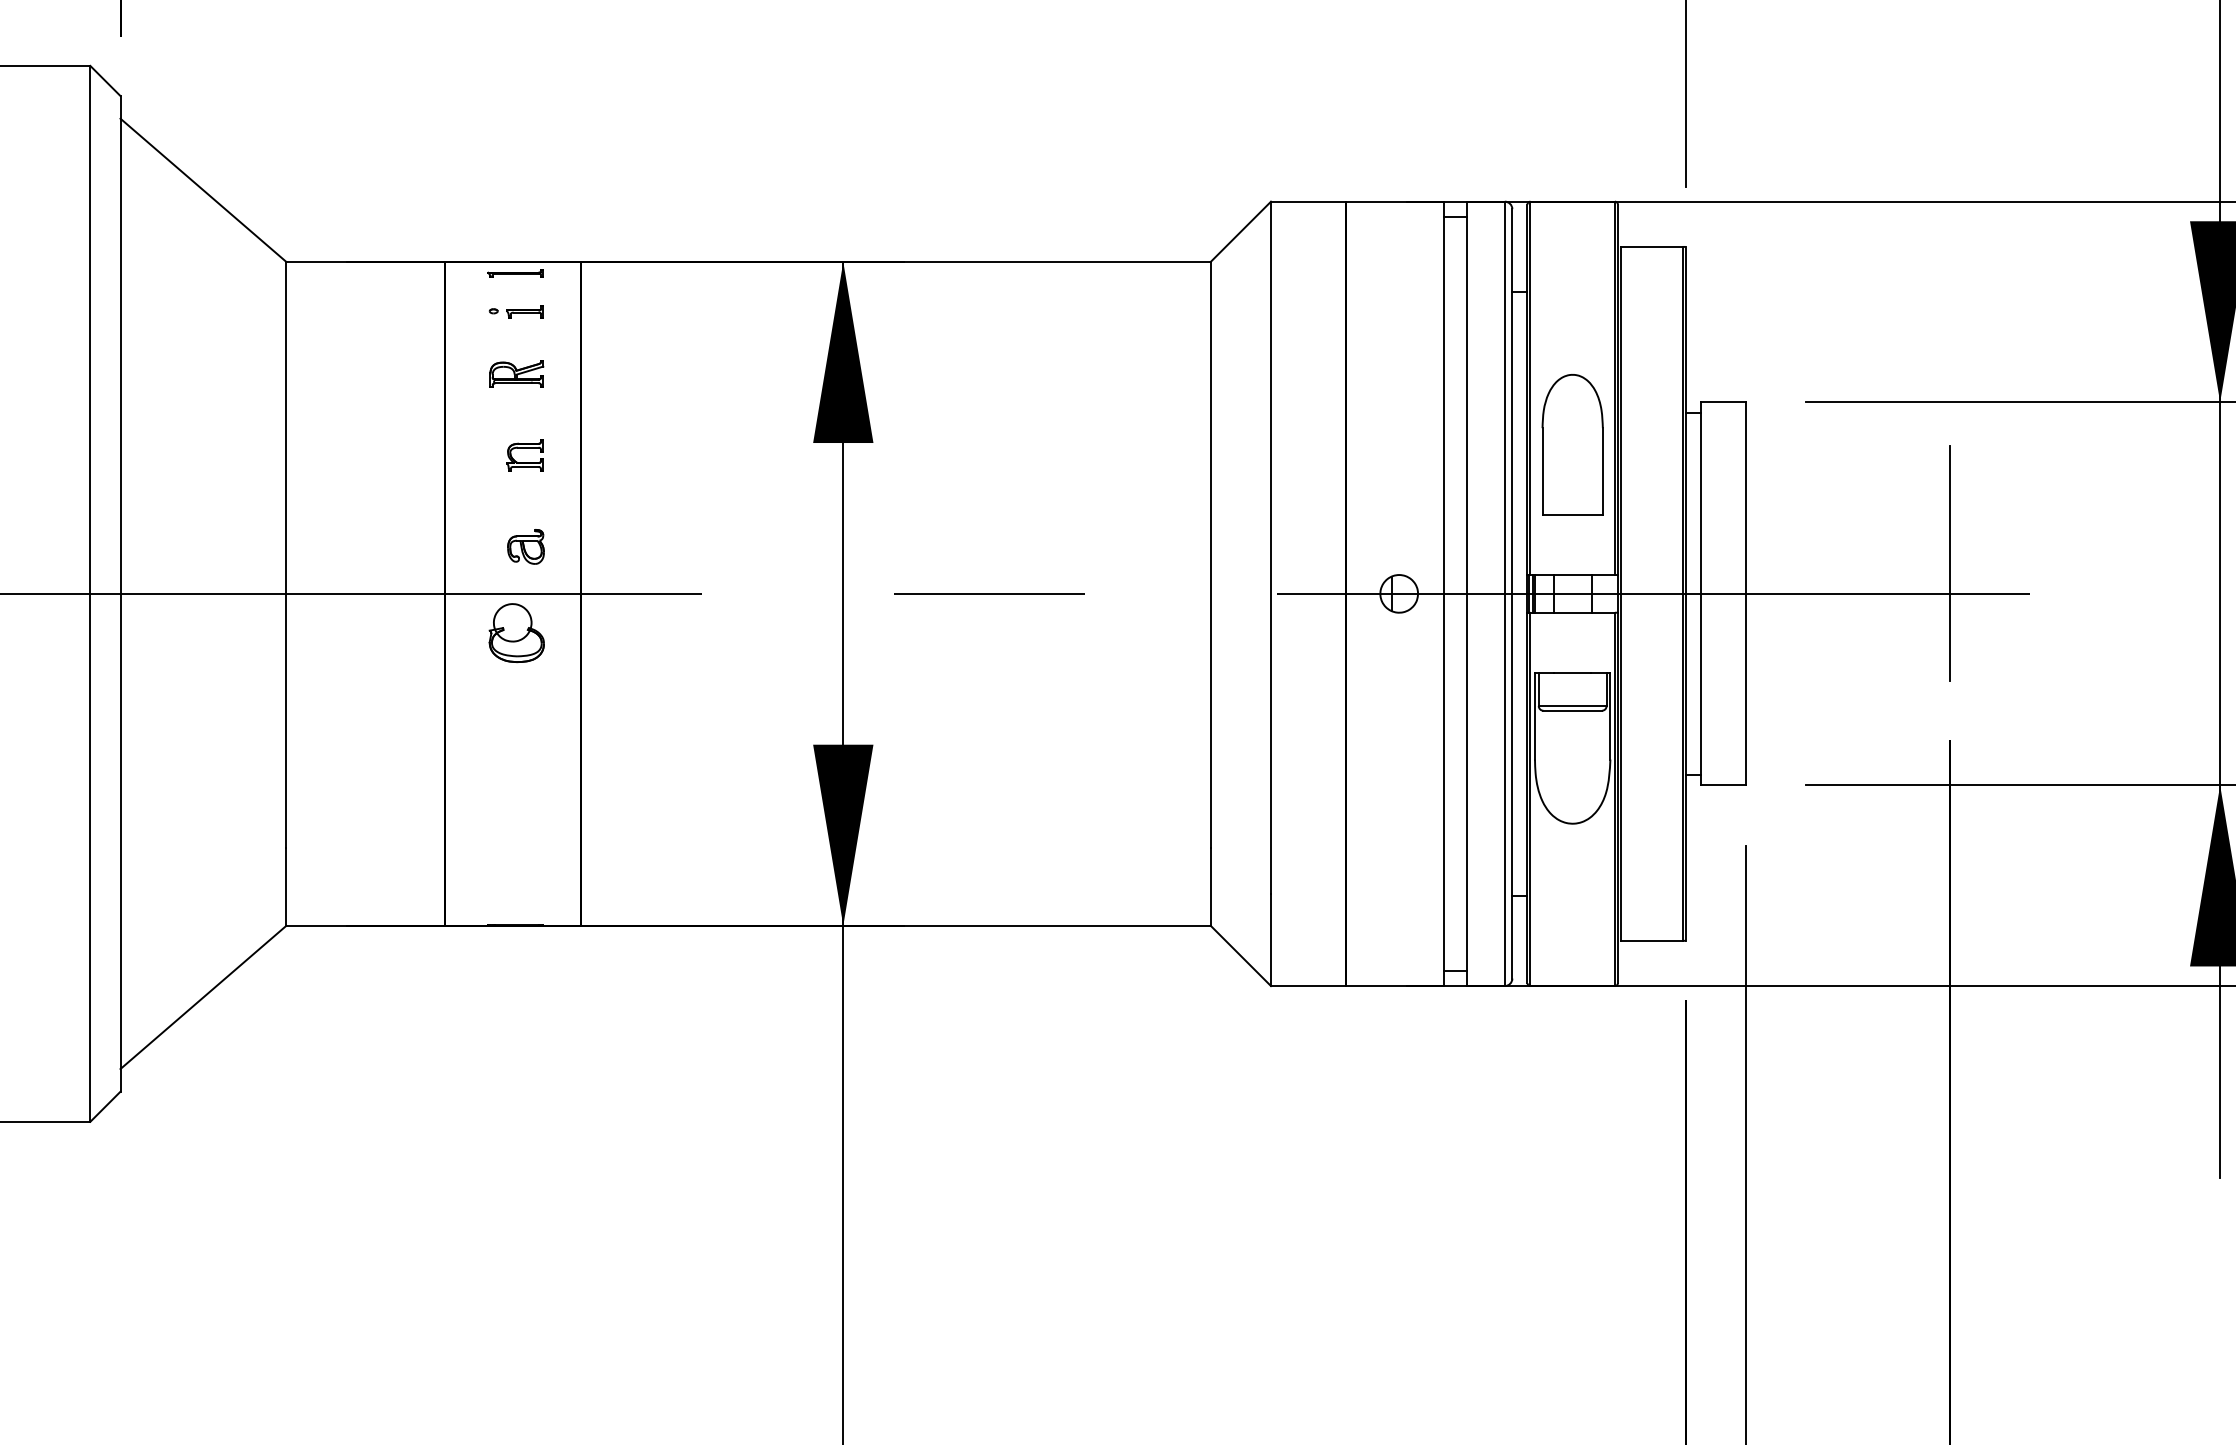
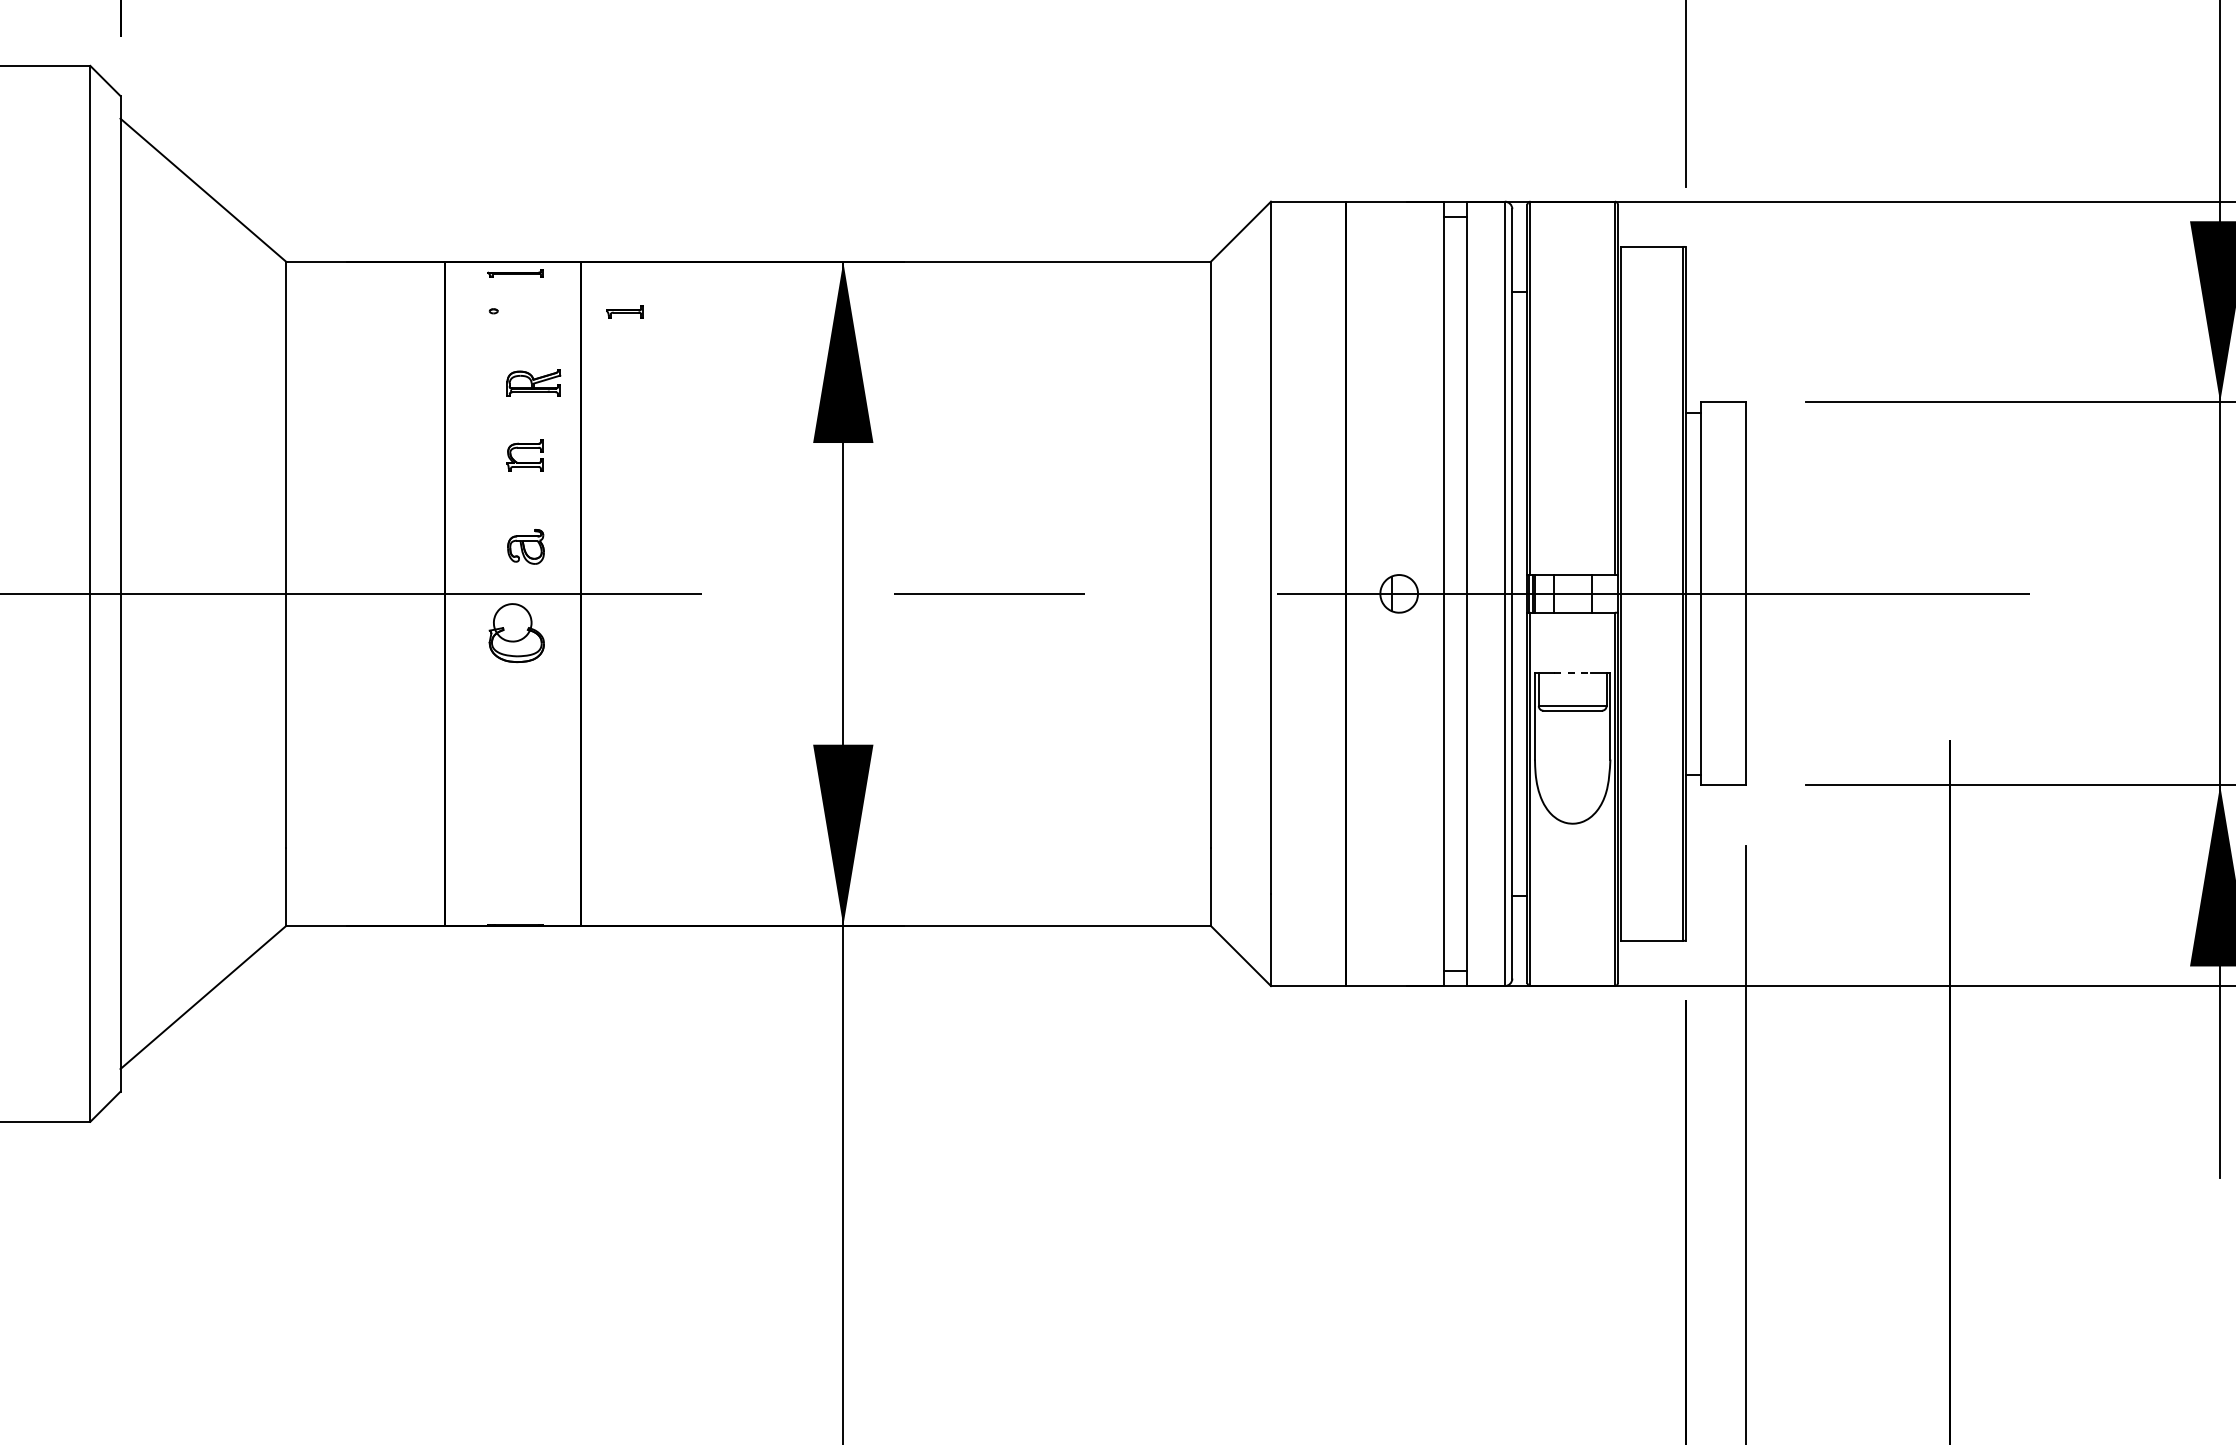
part at (524, 311) position: (524, 311) -> (624, 311)
part at (516, 373) position: (516, 373) -> (533, 382)
part at (1572, 444): present -> none
line at (1950, 563): present -> none
line at (1573, 673): solid -> dashed
